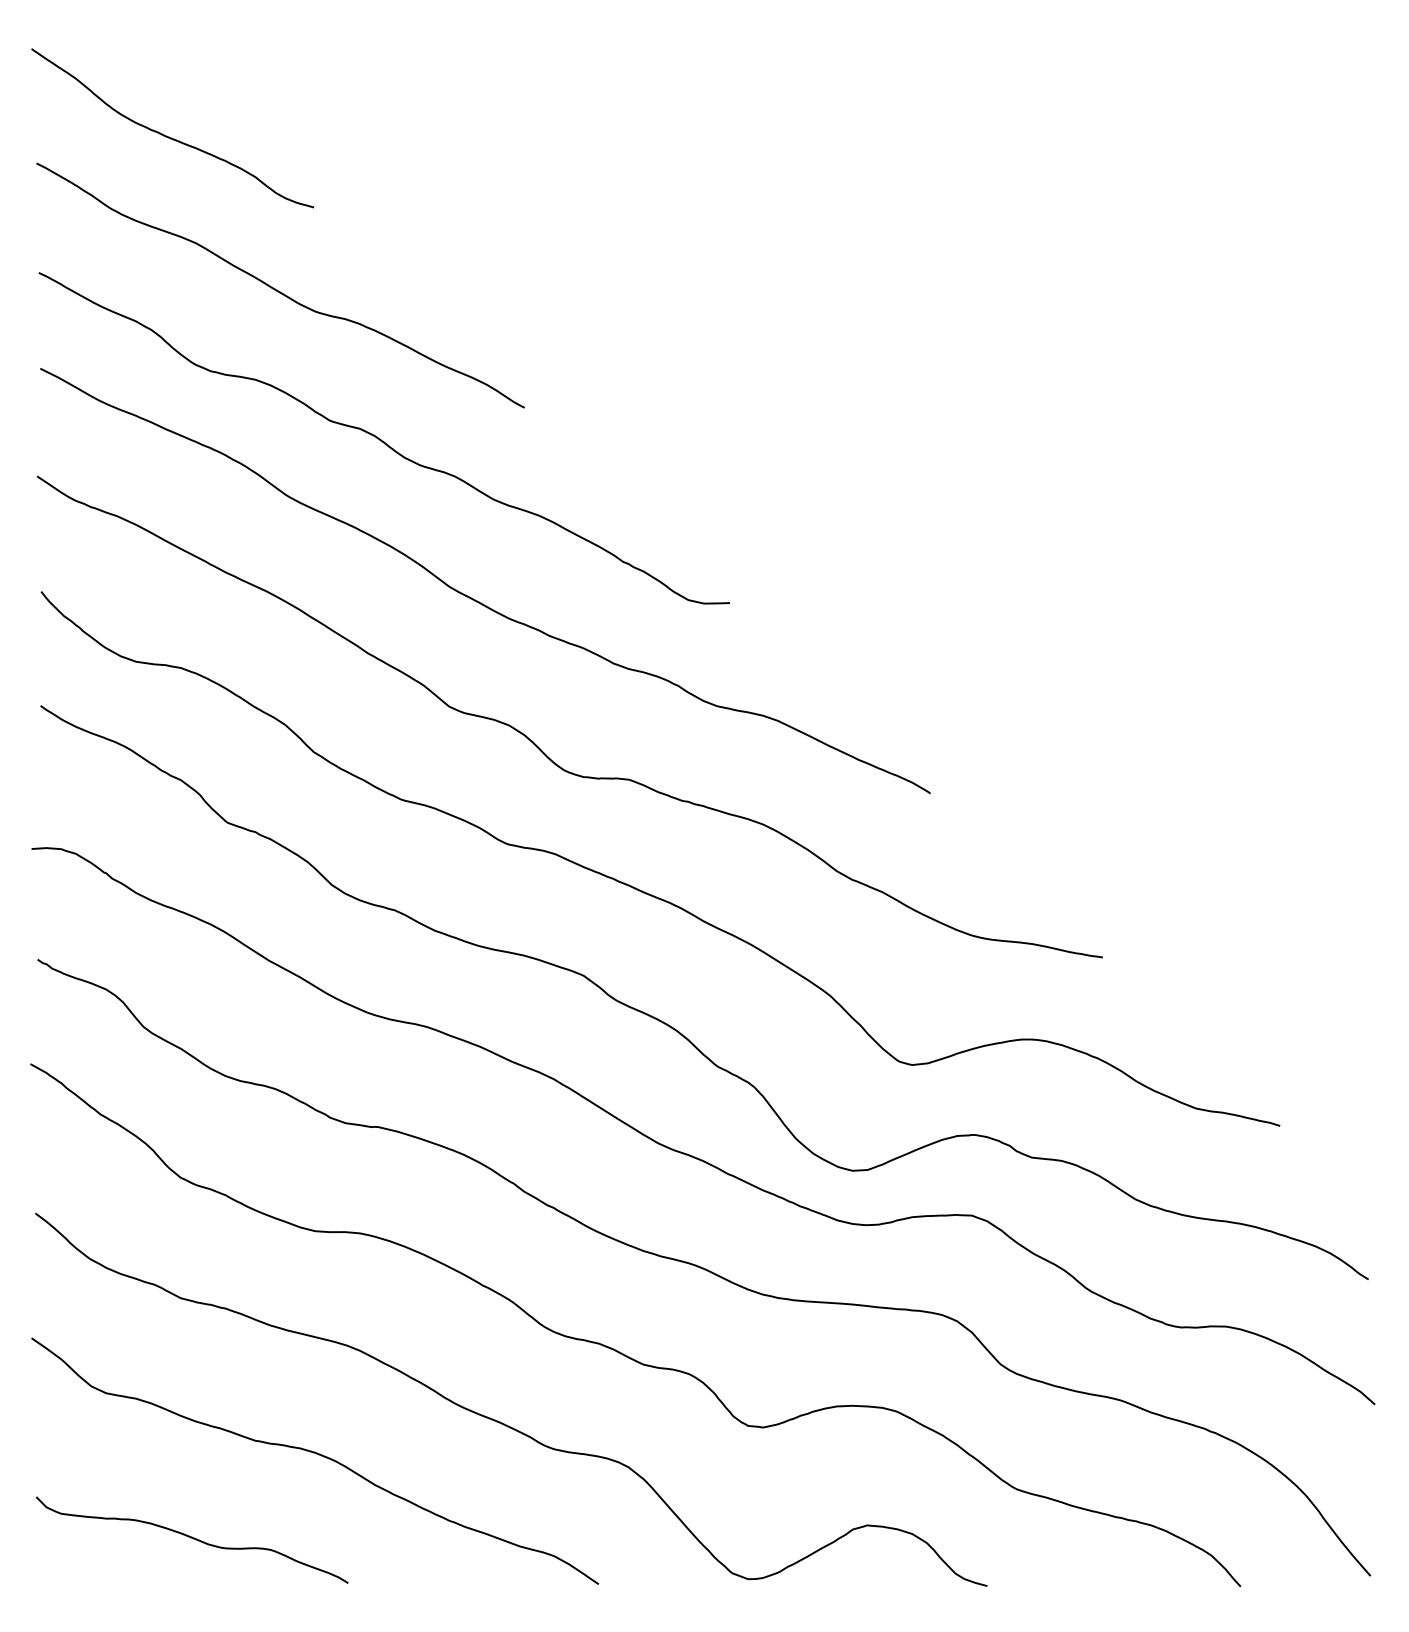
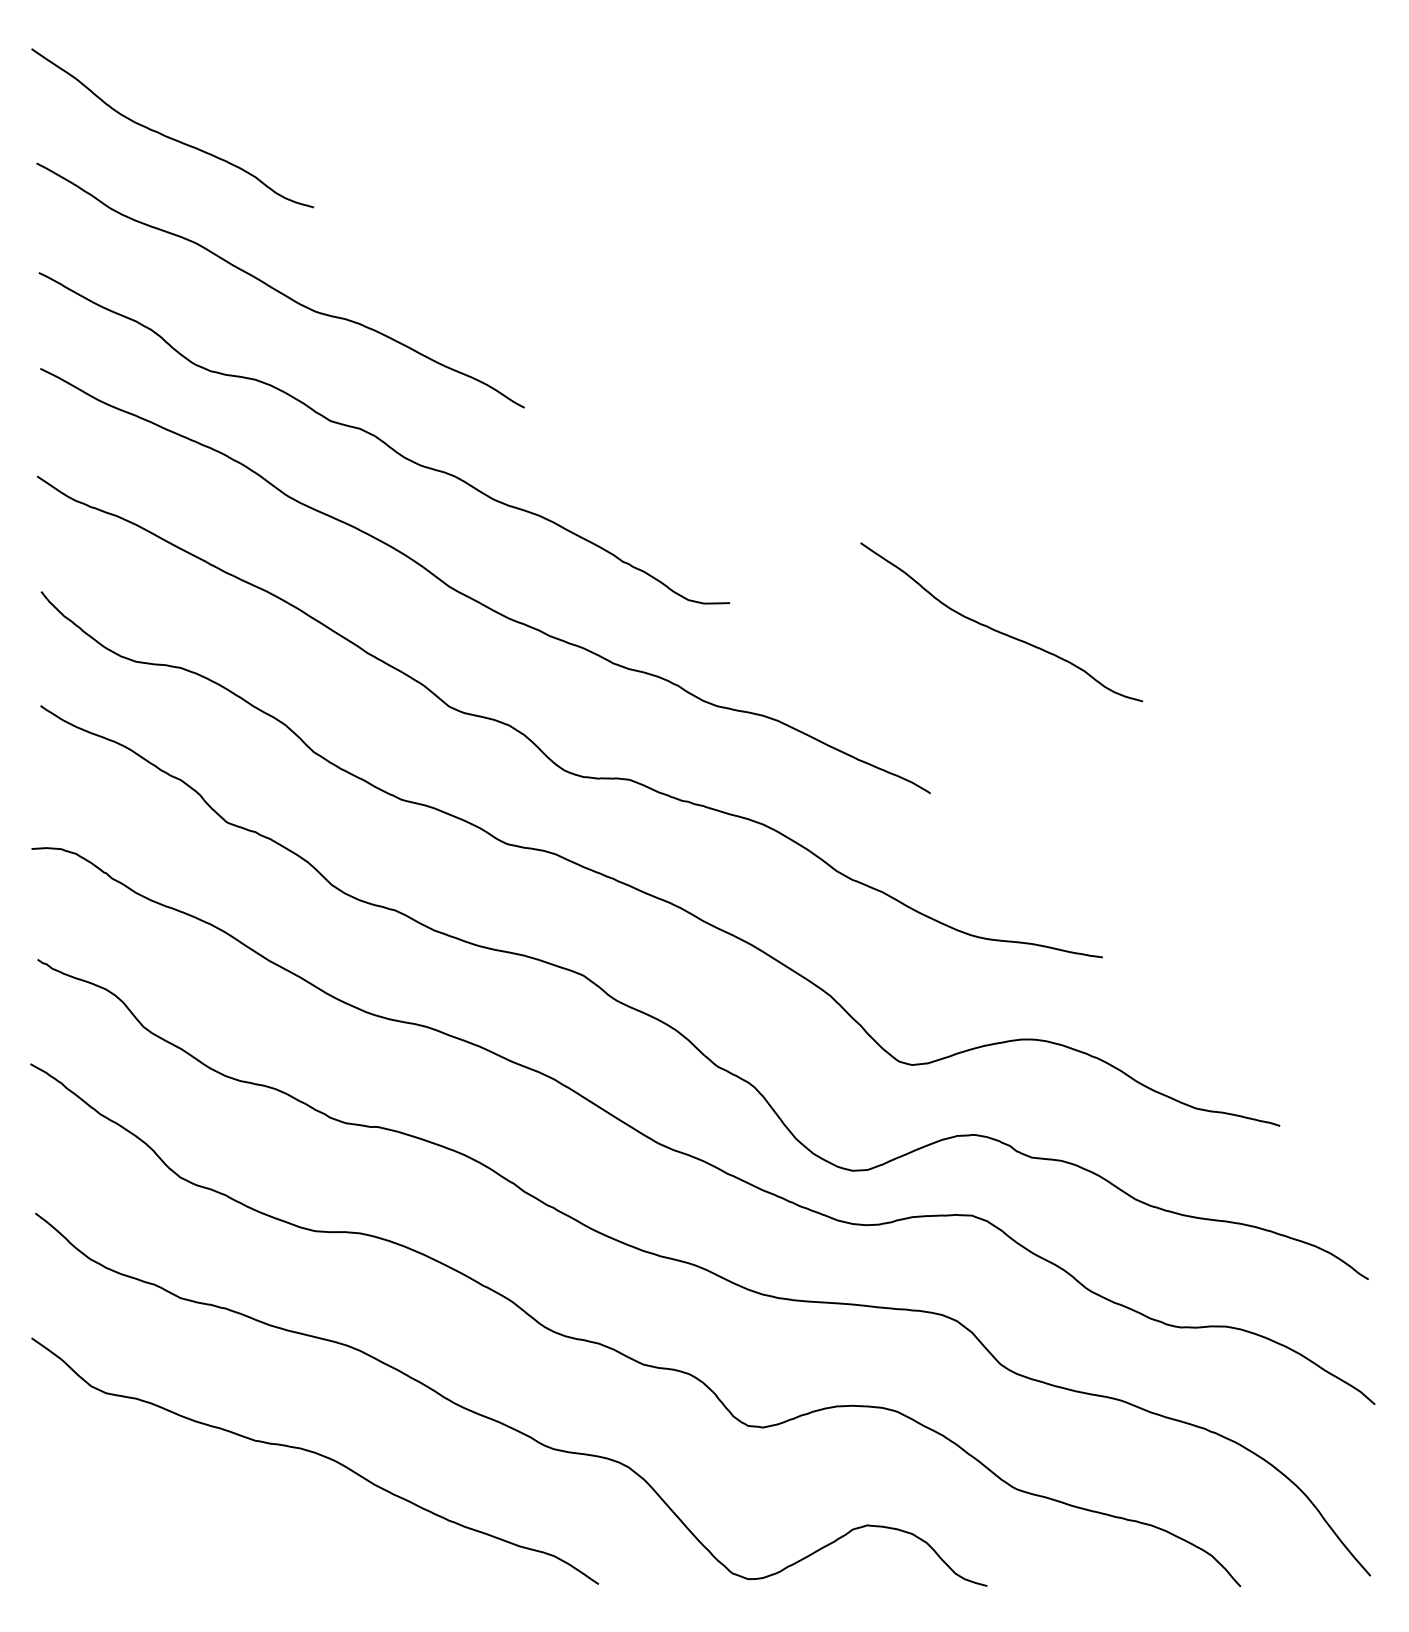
curve at (998, 630): none -> present
curve at (192, 1538): present -> none
